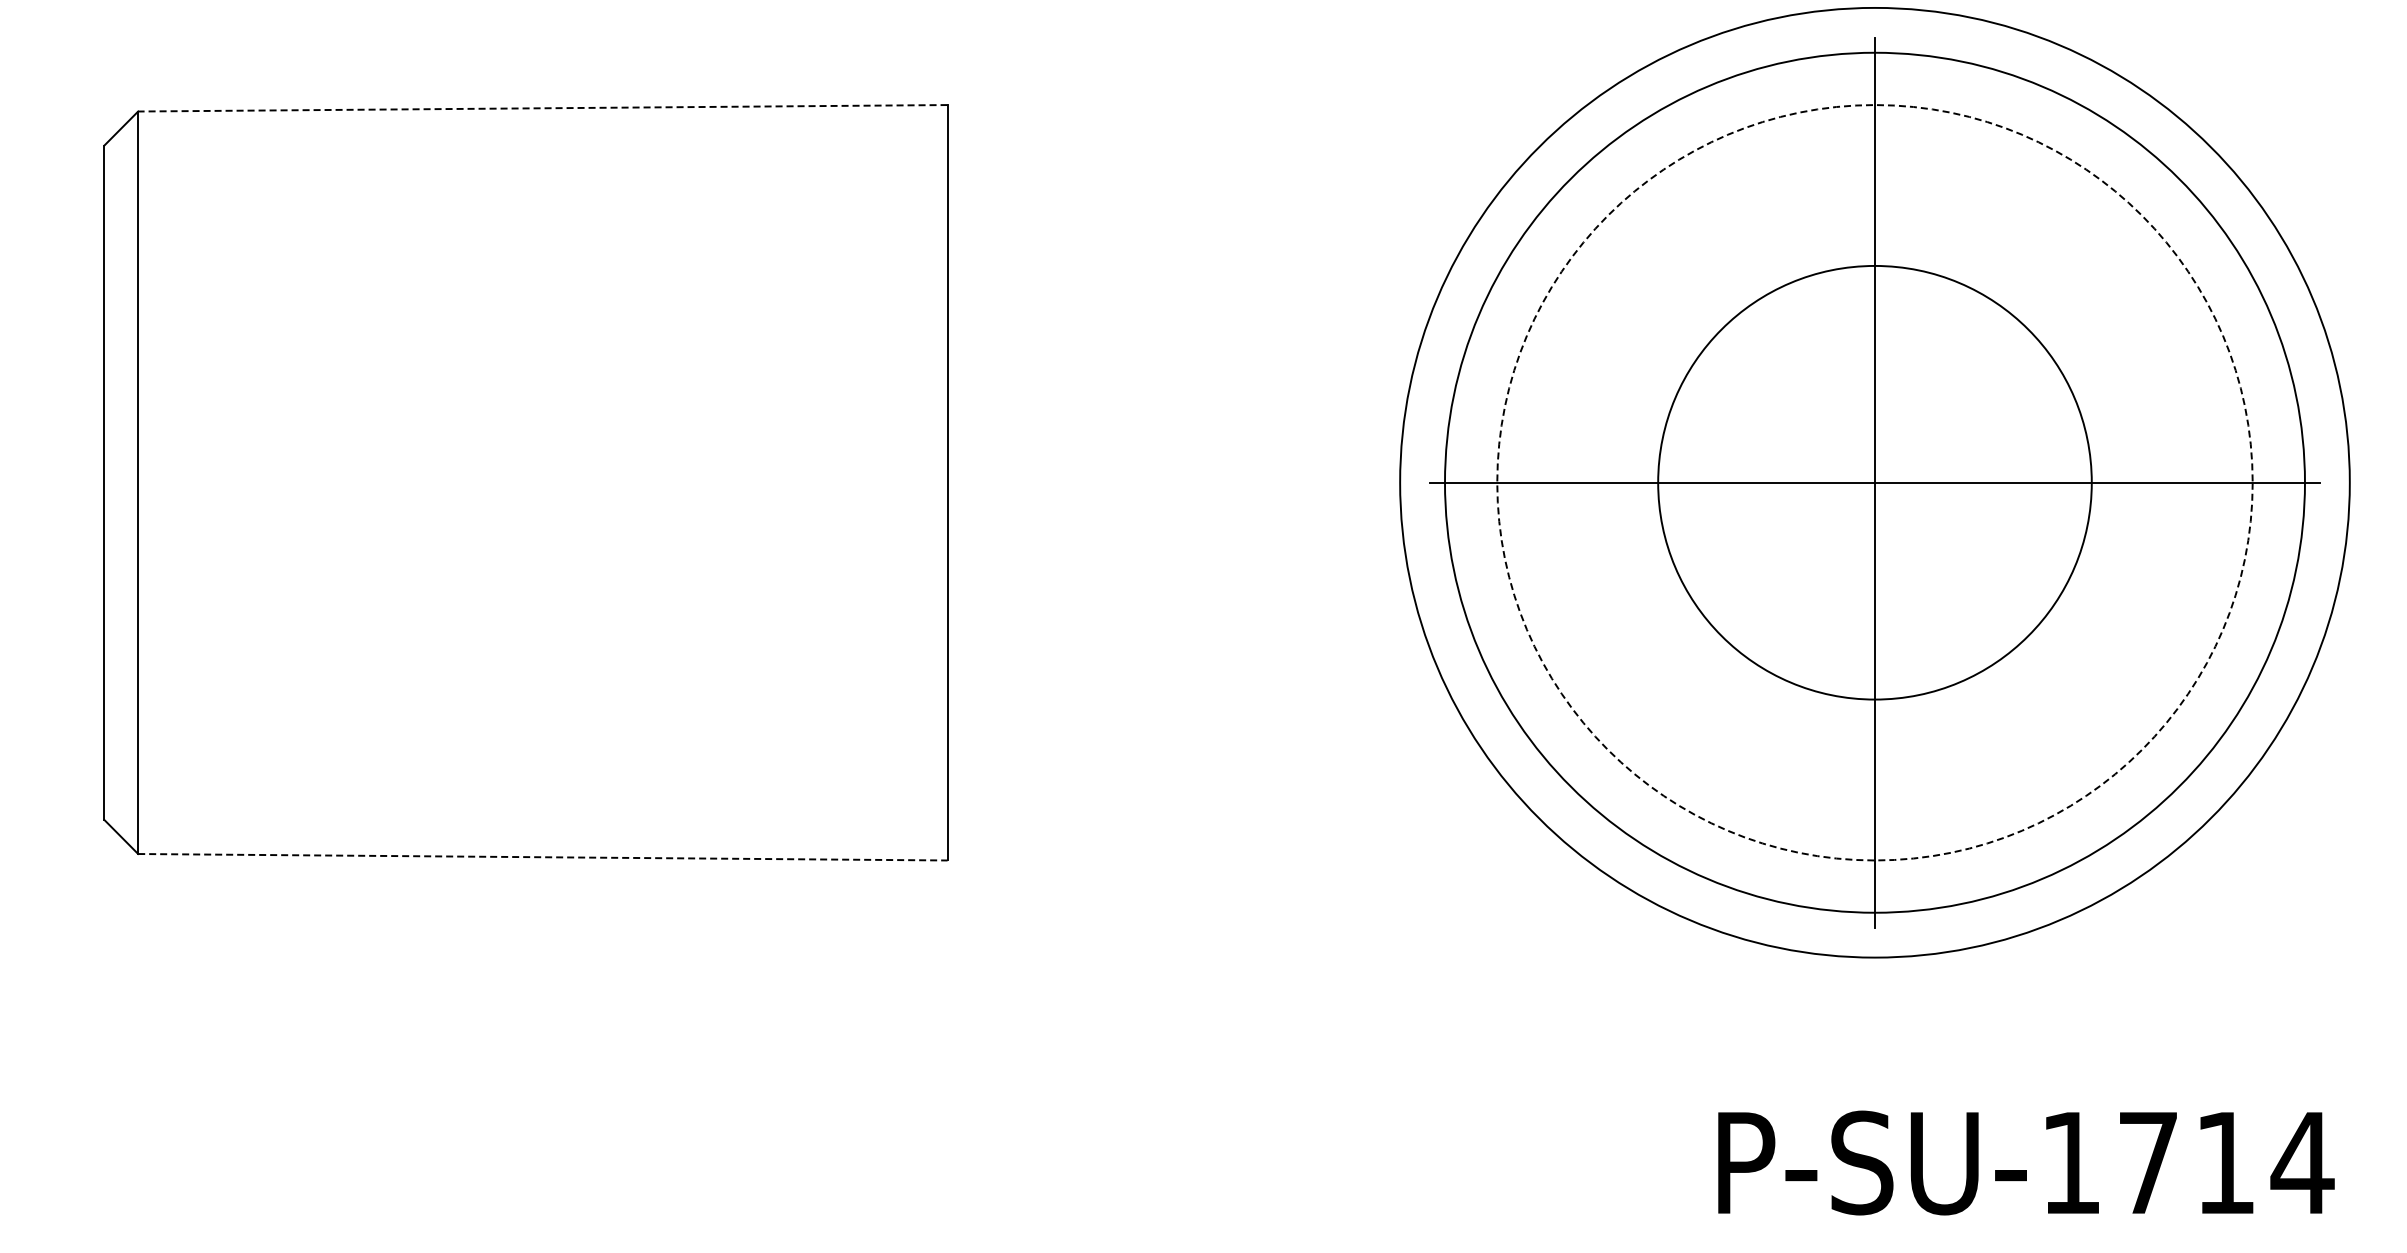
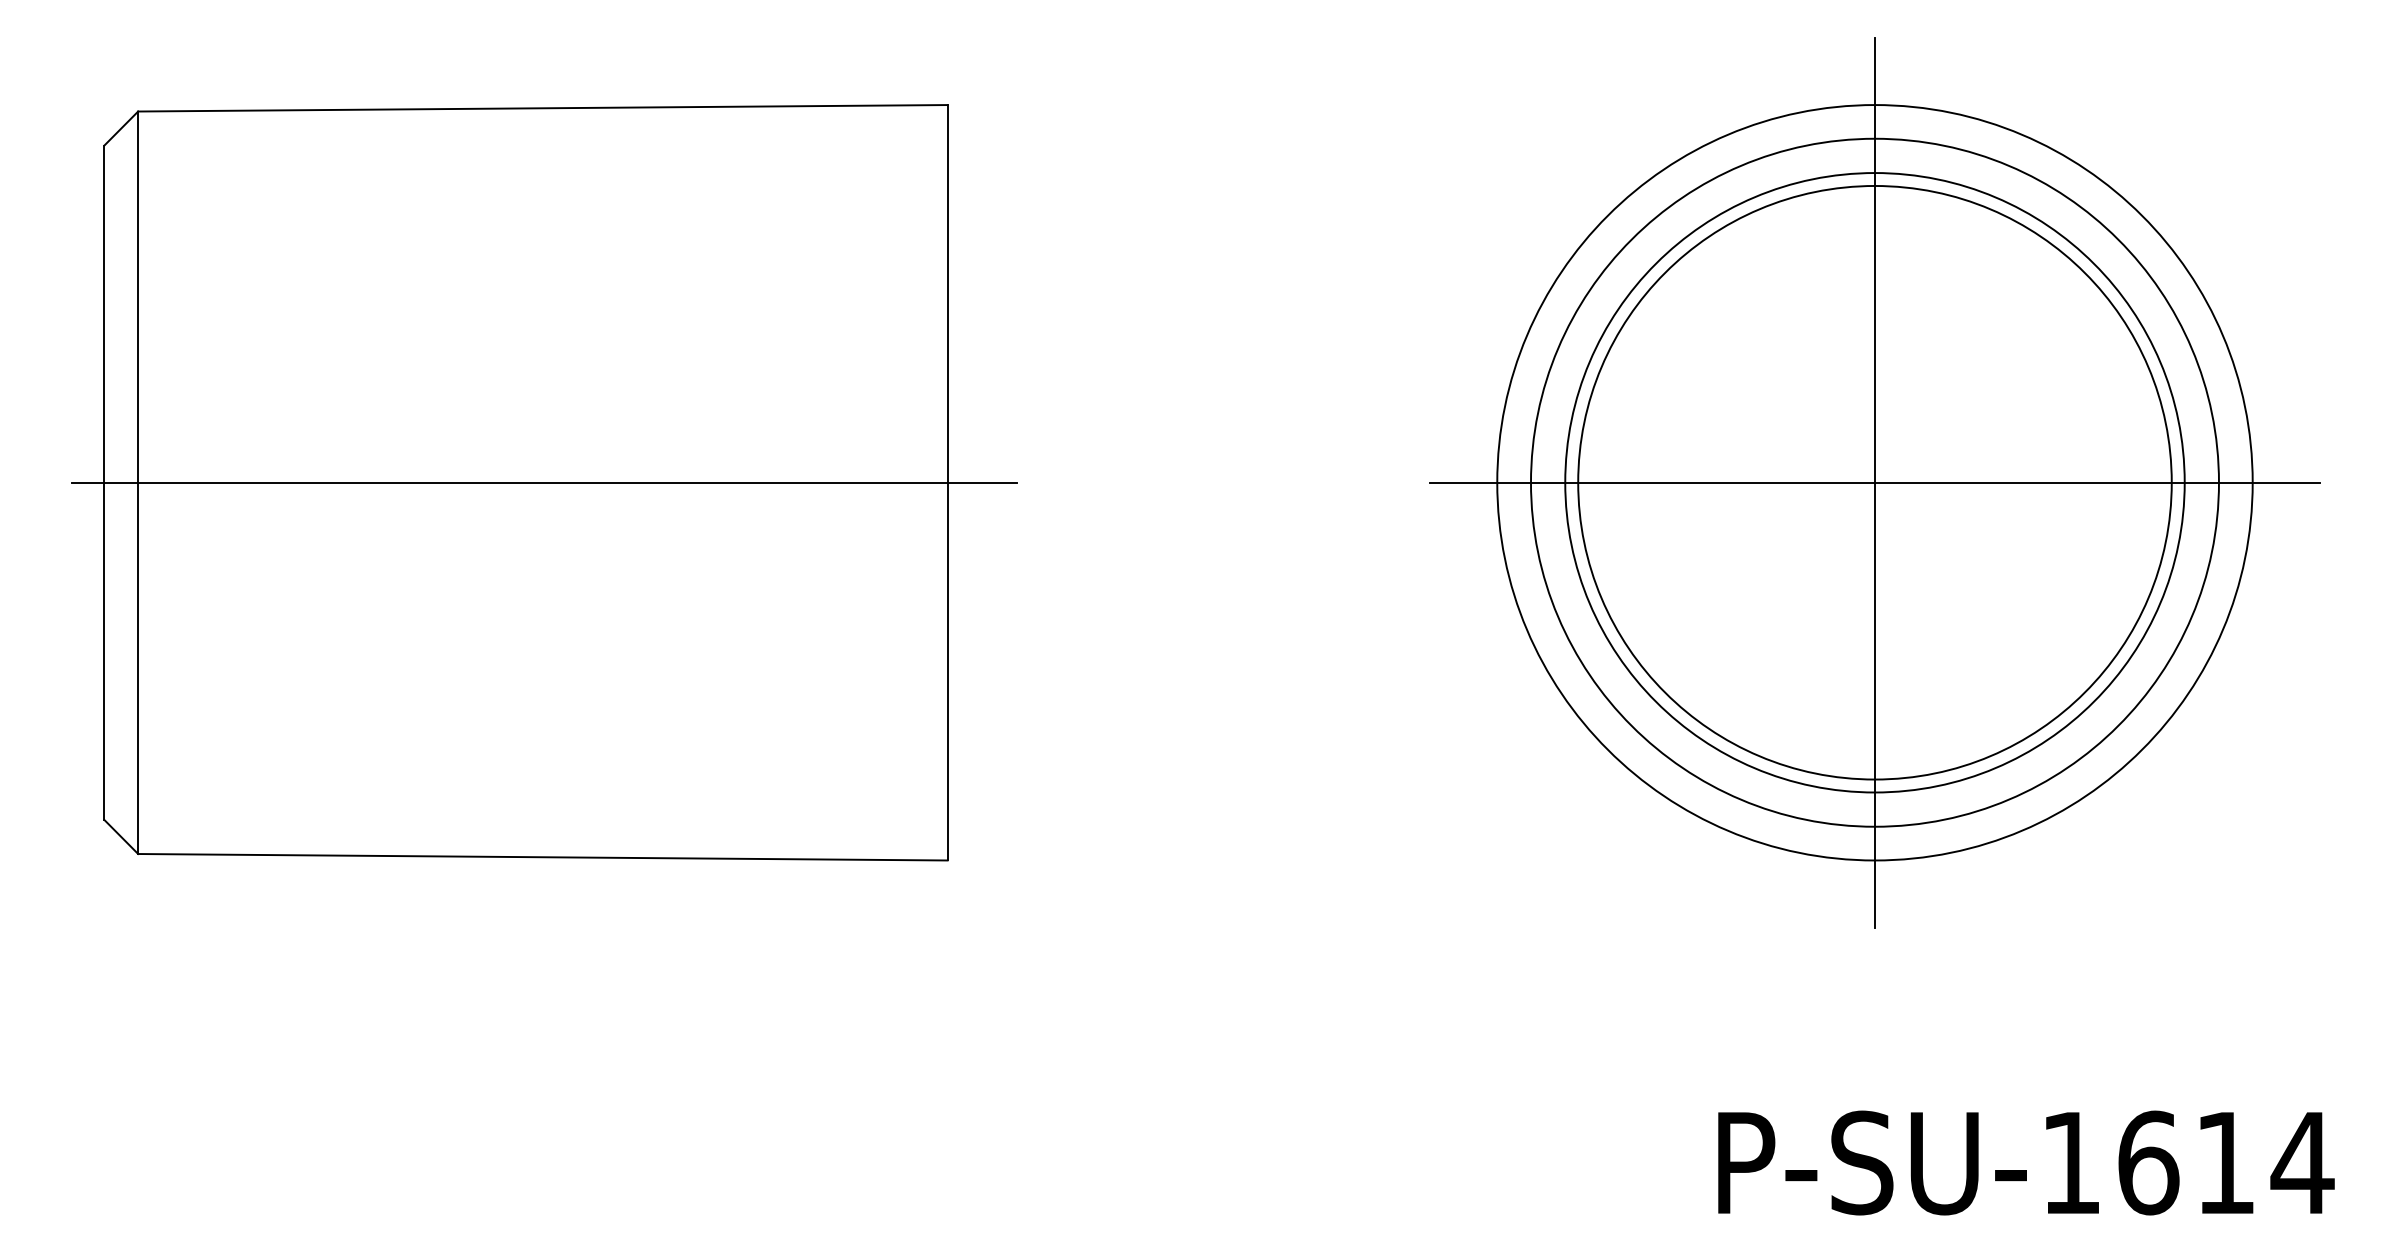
line at (542, 108): dashed -> solid
line at (544, 482): none -> present
circle at (1874, 482) diameter: 434 px -> 619 px
circle at (1874, 482) diameter: 860 px -> 688 px
circle at (1874, 482) diameter: 950 px -> 594 px
circle at (1874, 482): dashed -> solid
line at (542, 857): dashed -> solid
text at (2148, 1162): P-SU-1714 -> P-SU-1614
